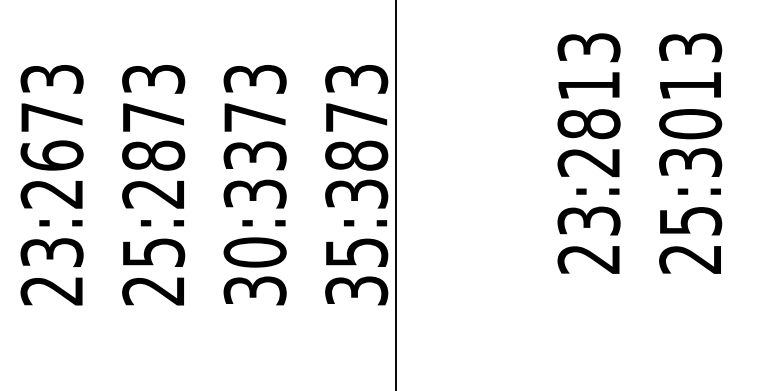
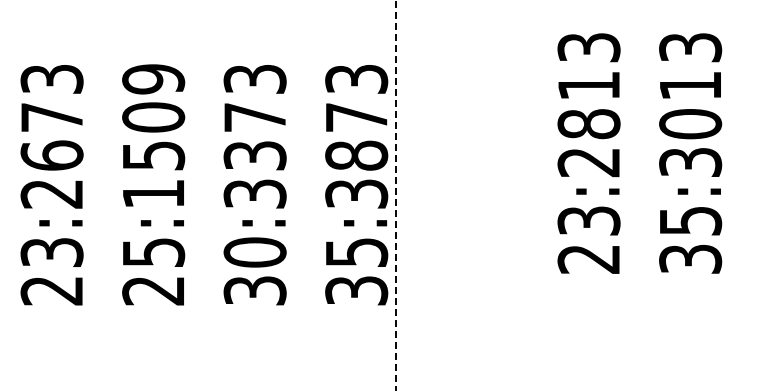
text at (153, 136): 25:2873 -> 25:1509
line at (396, 195): solid -> dashed
text at (690, 258): 25:3013 -> 35:3013
